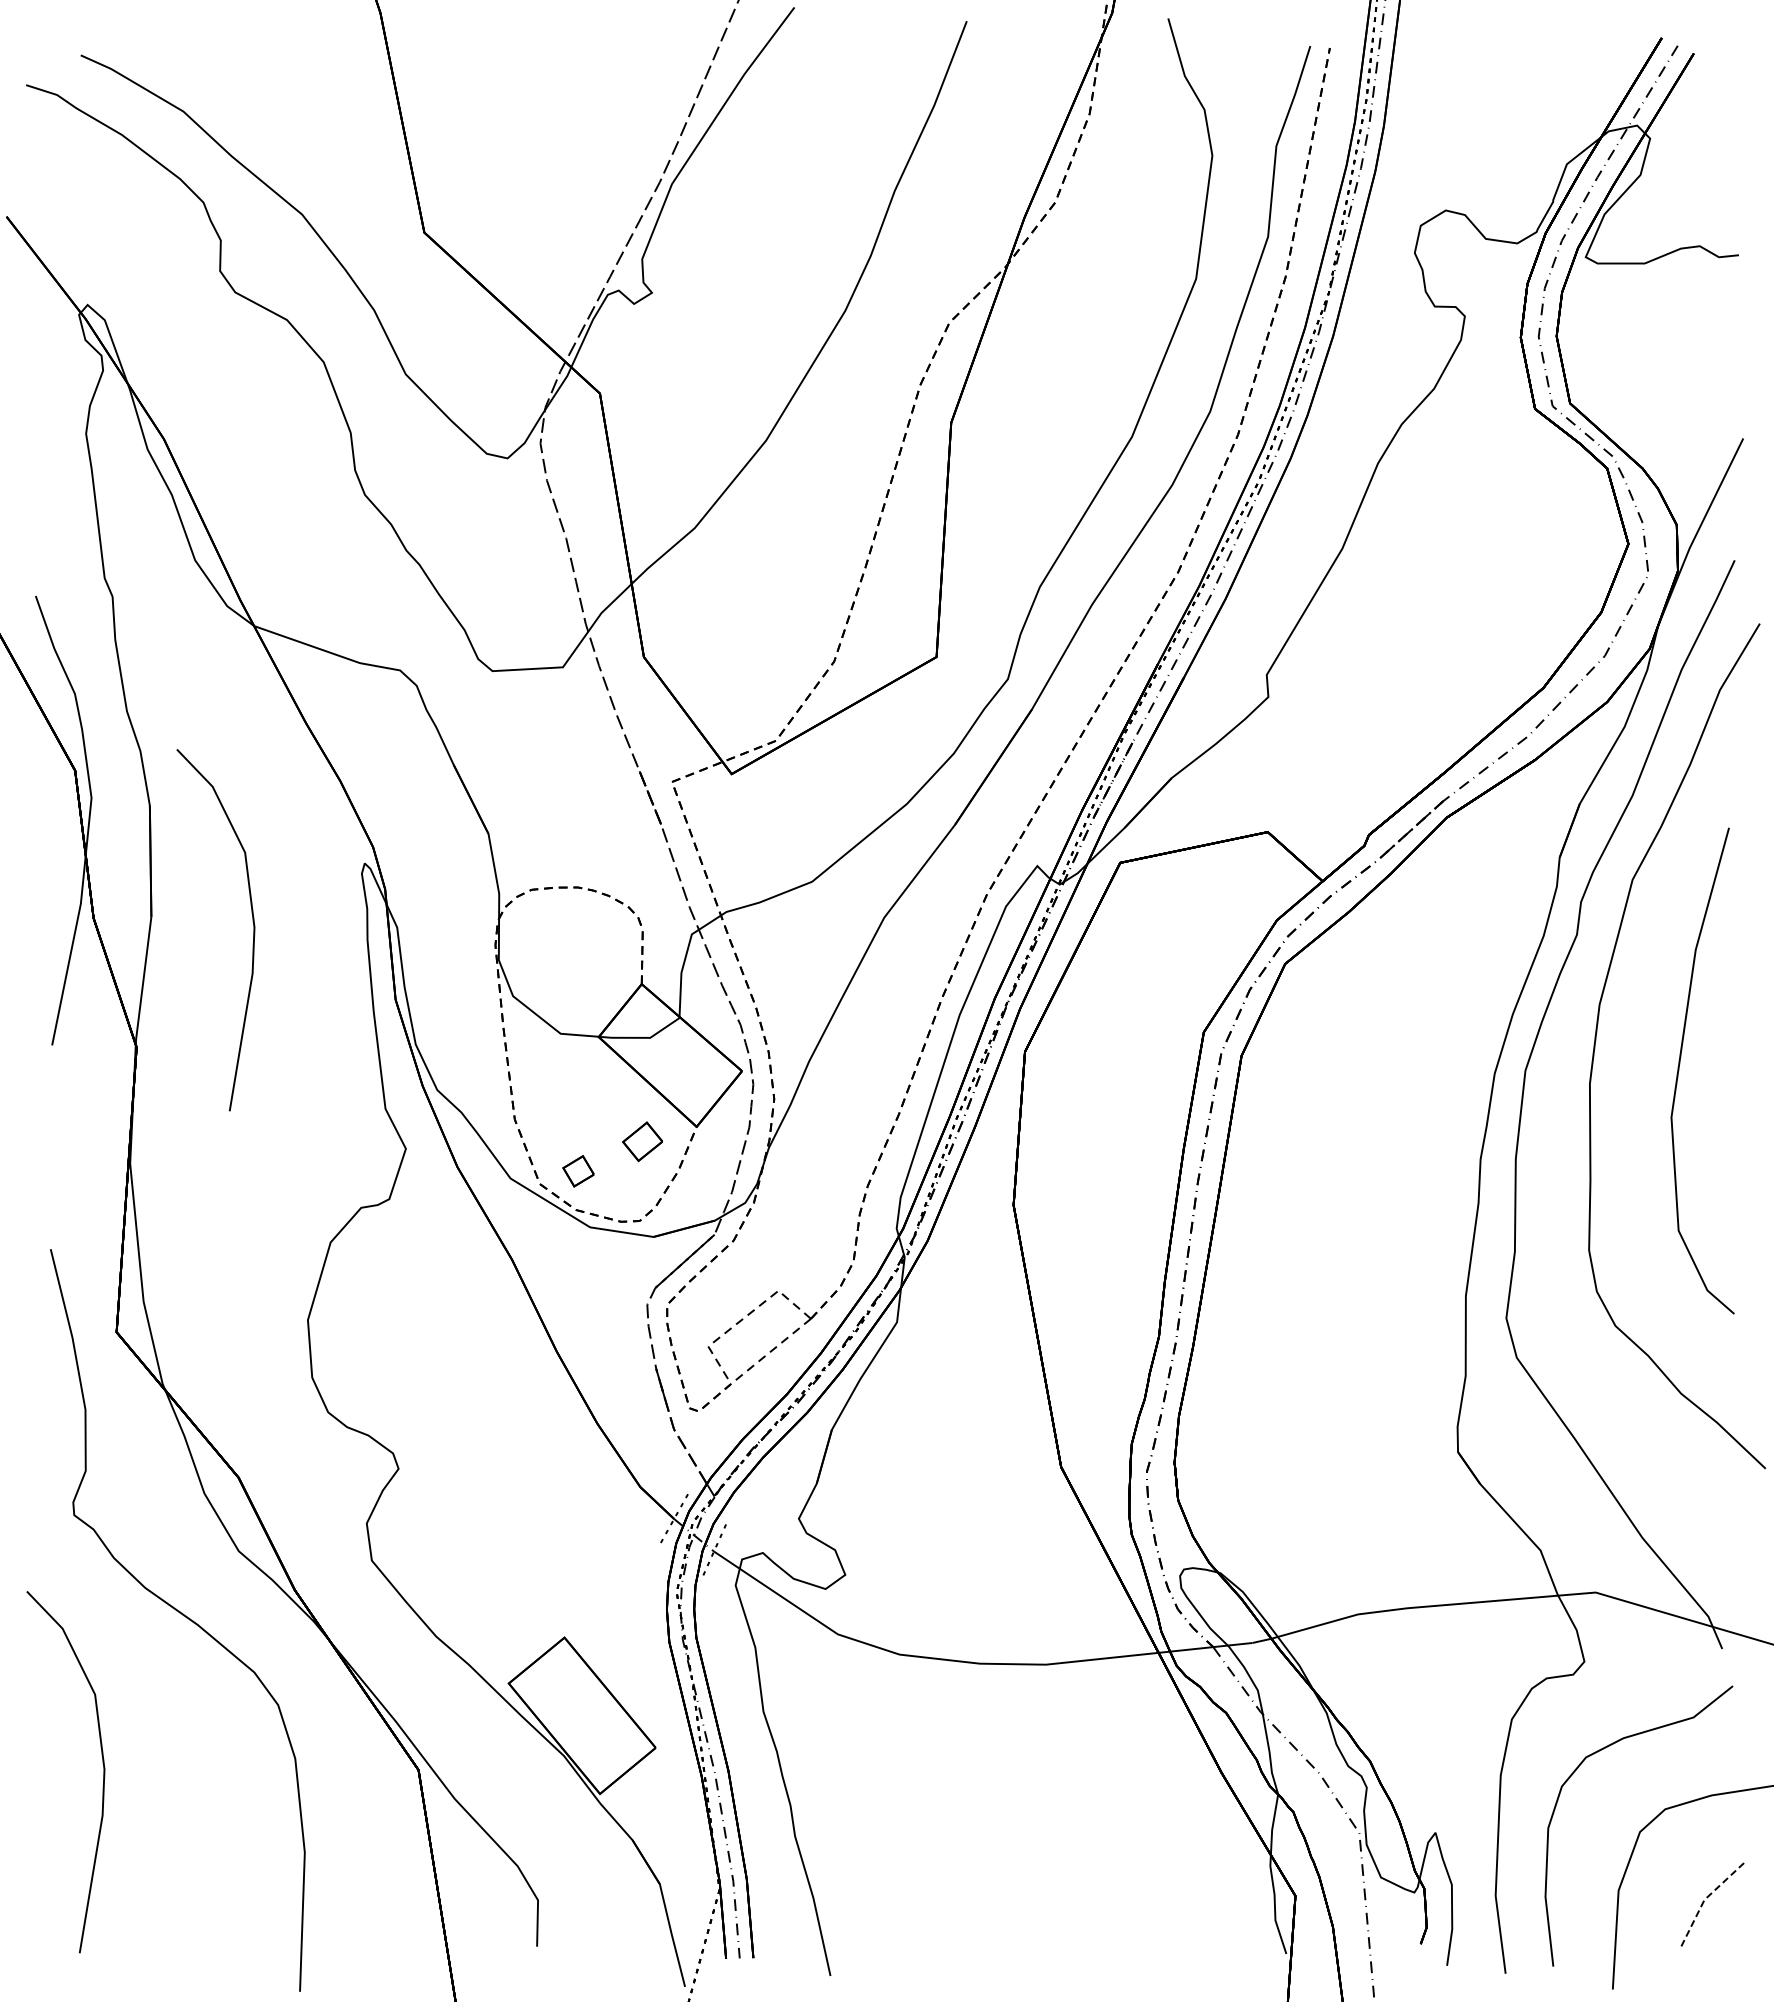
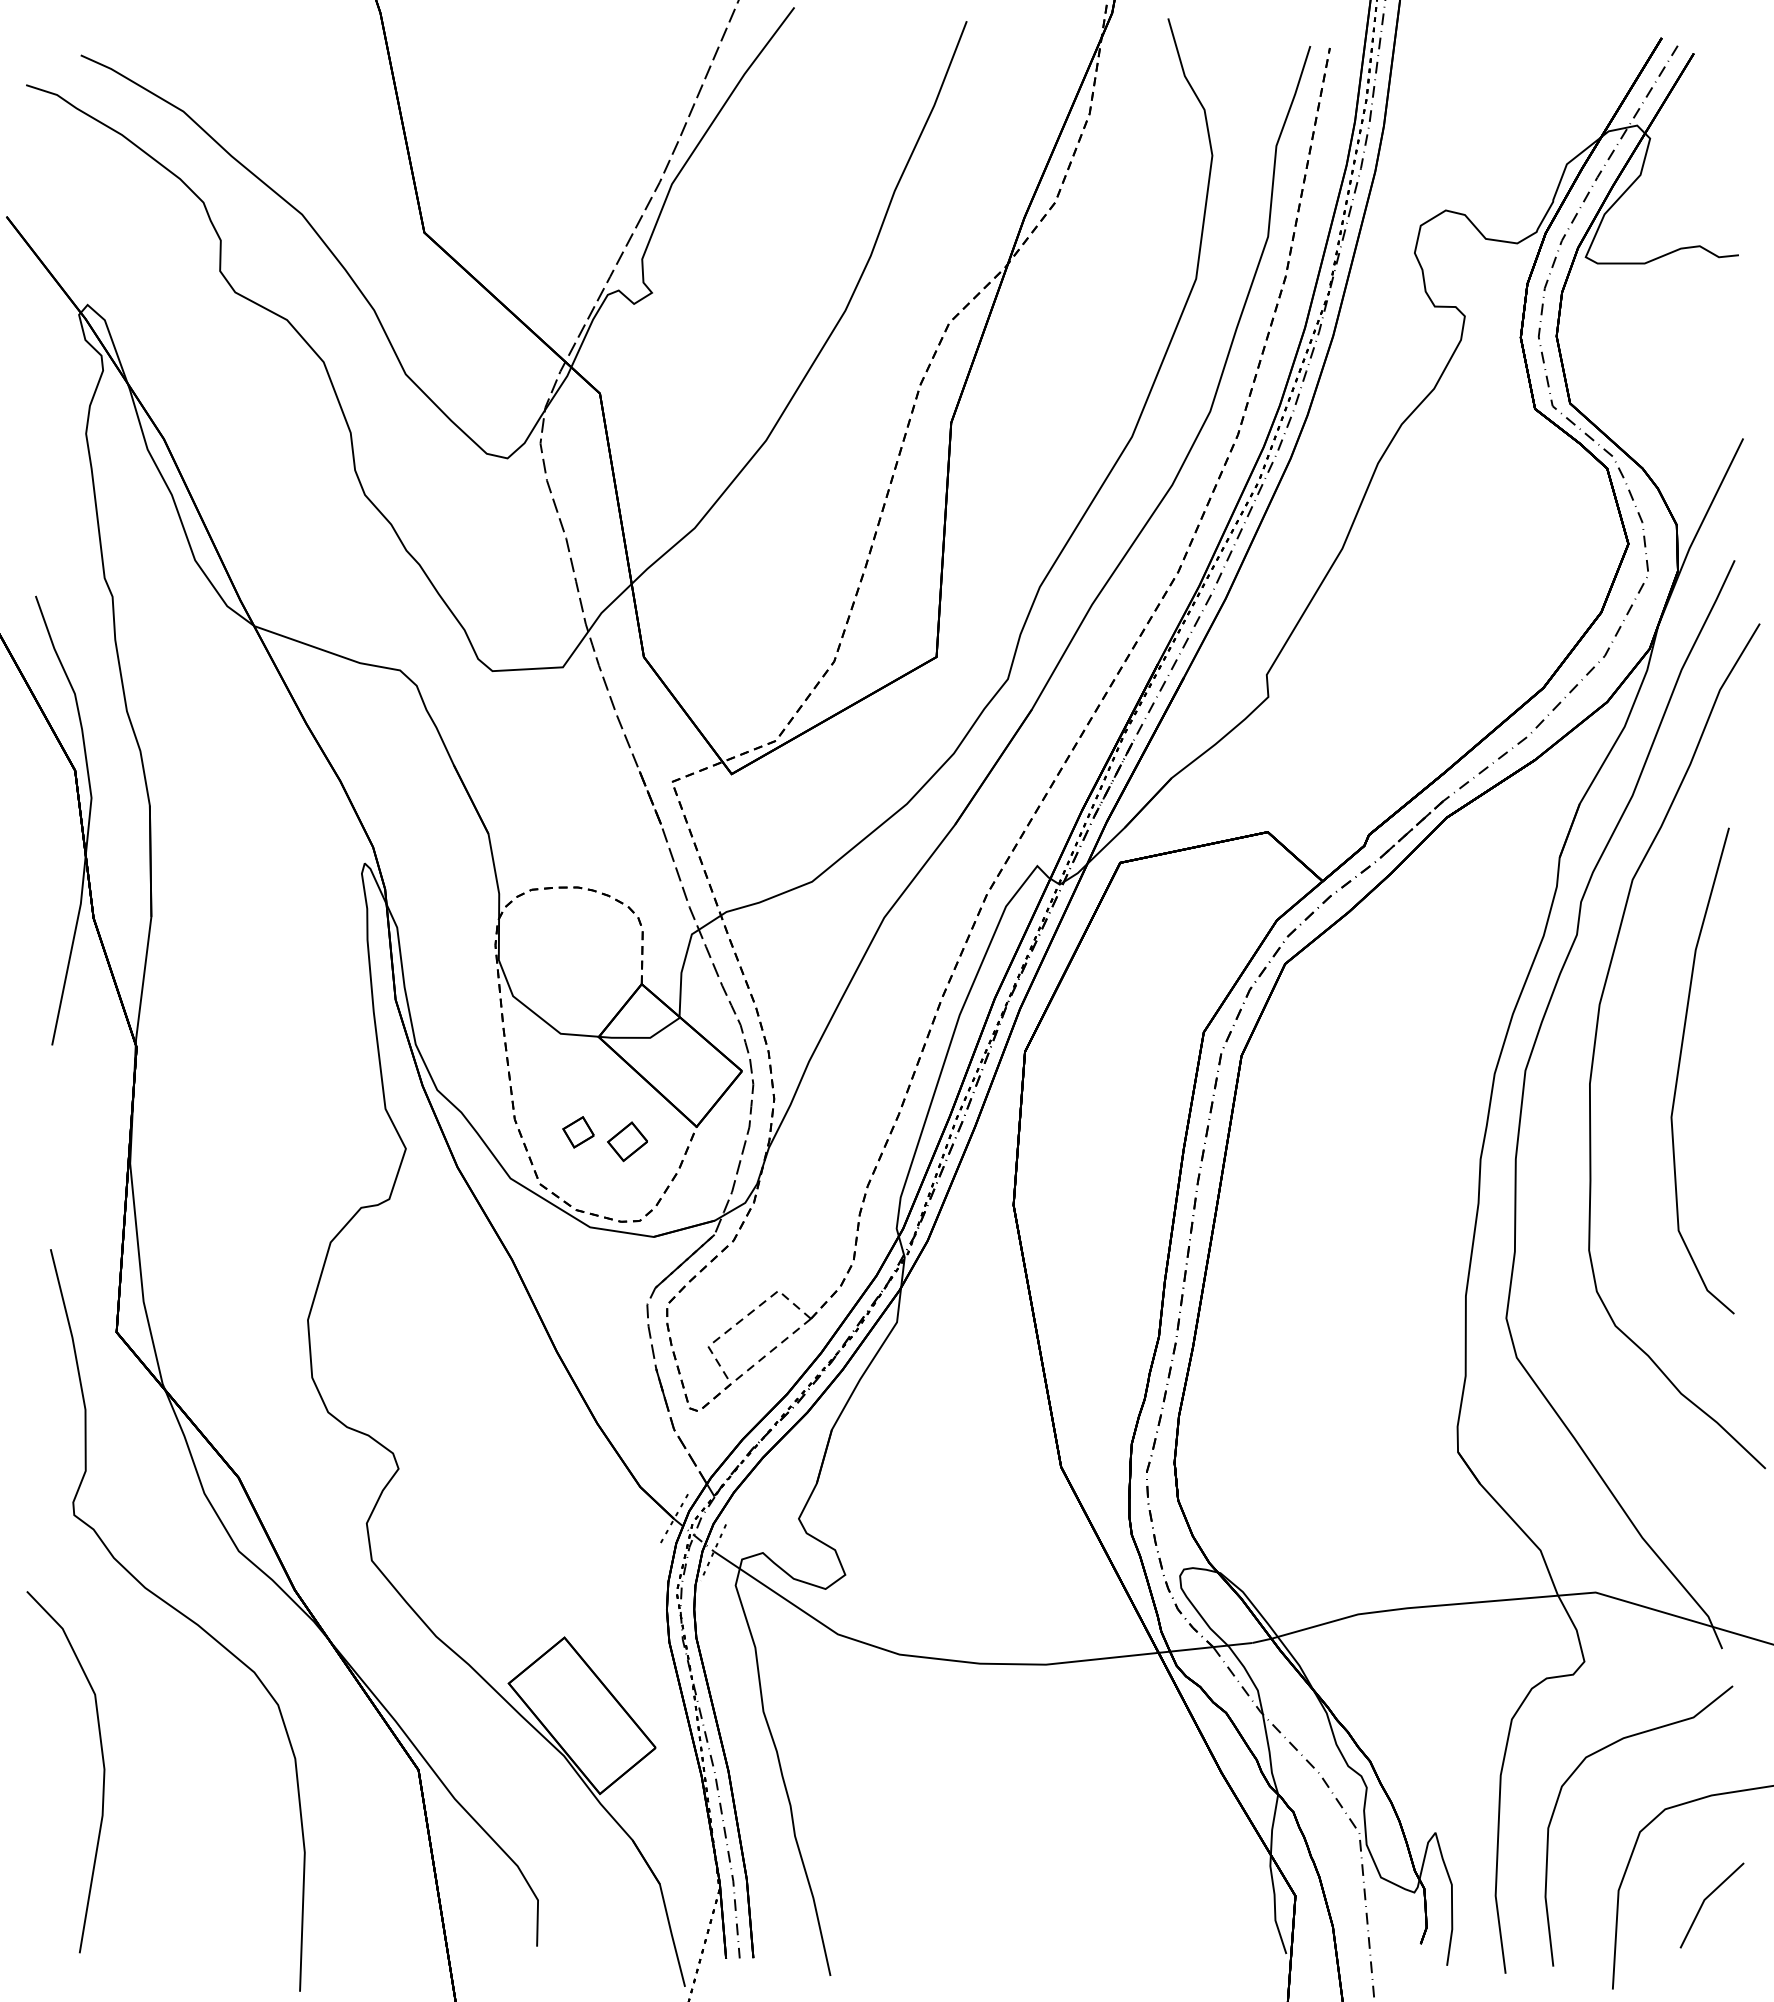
curve at (253, 930): present -> none
part at (642, 1141) position: (642, 1141) -> (627, 1141)
part at (578, 1171) position: (578, 1171) -> (578, 1132)
line at (1704, 1899): dashed -> solid
